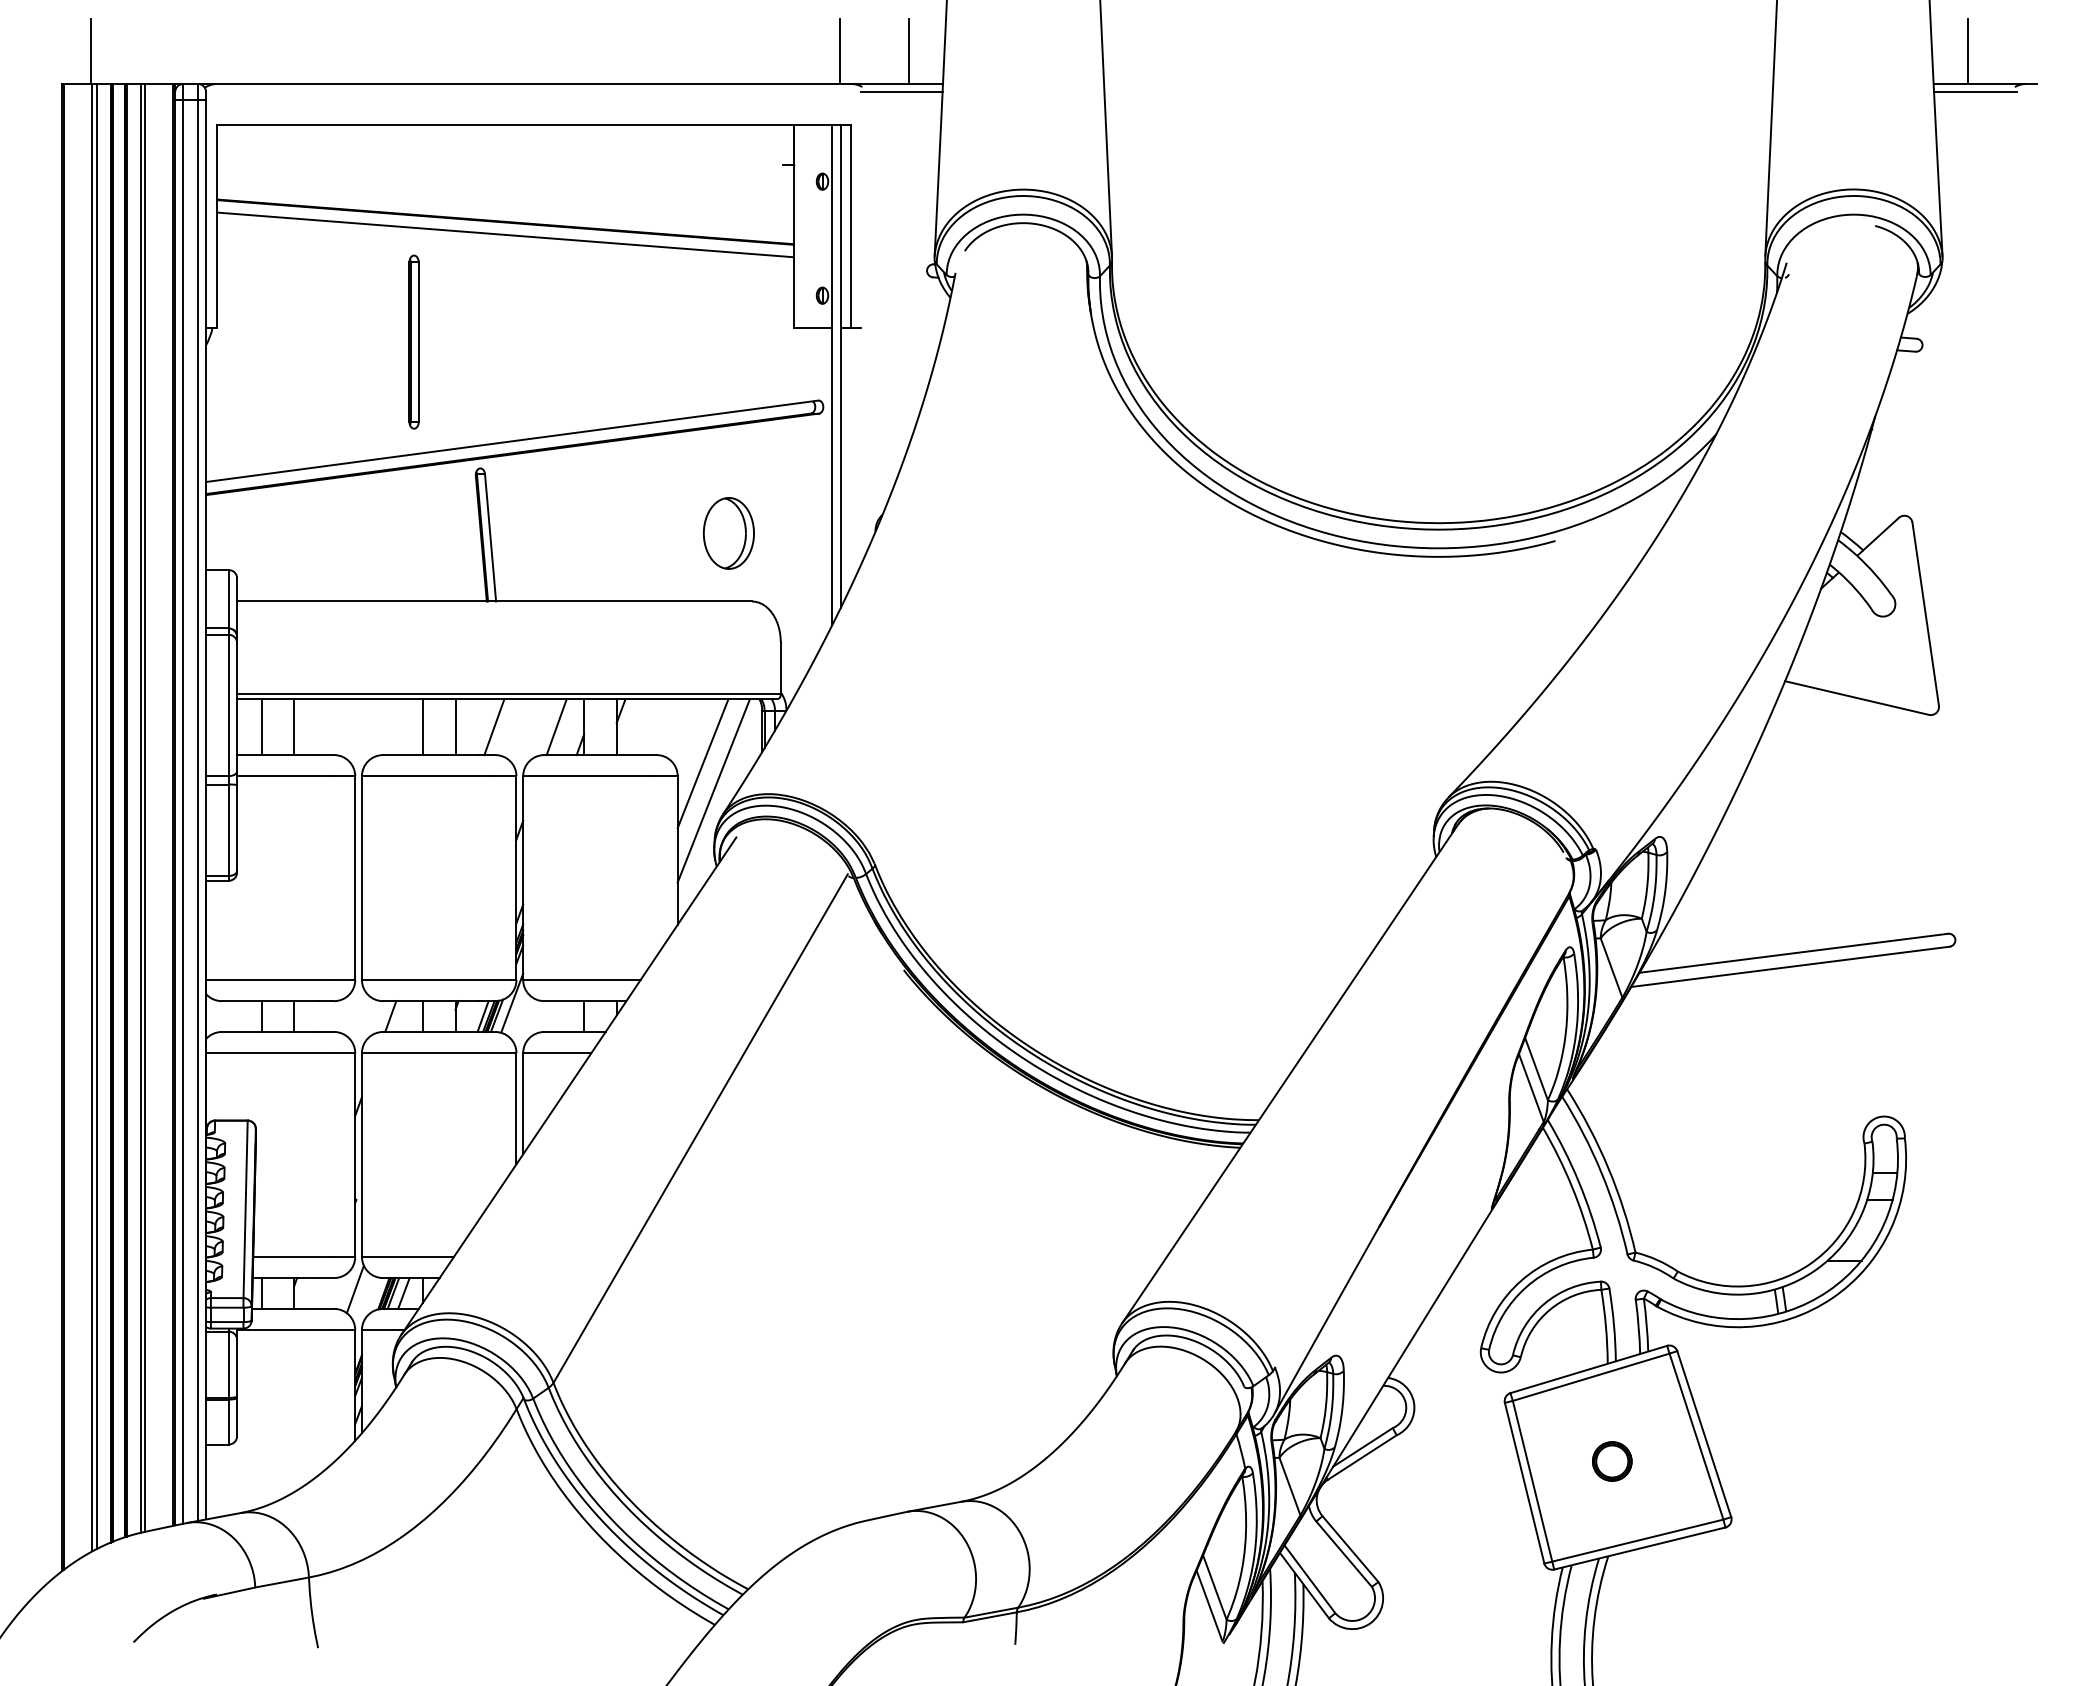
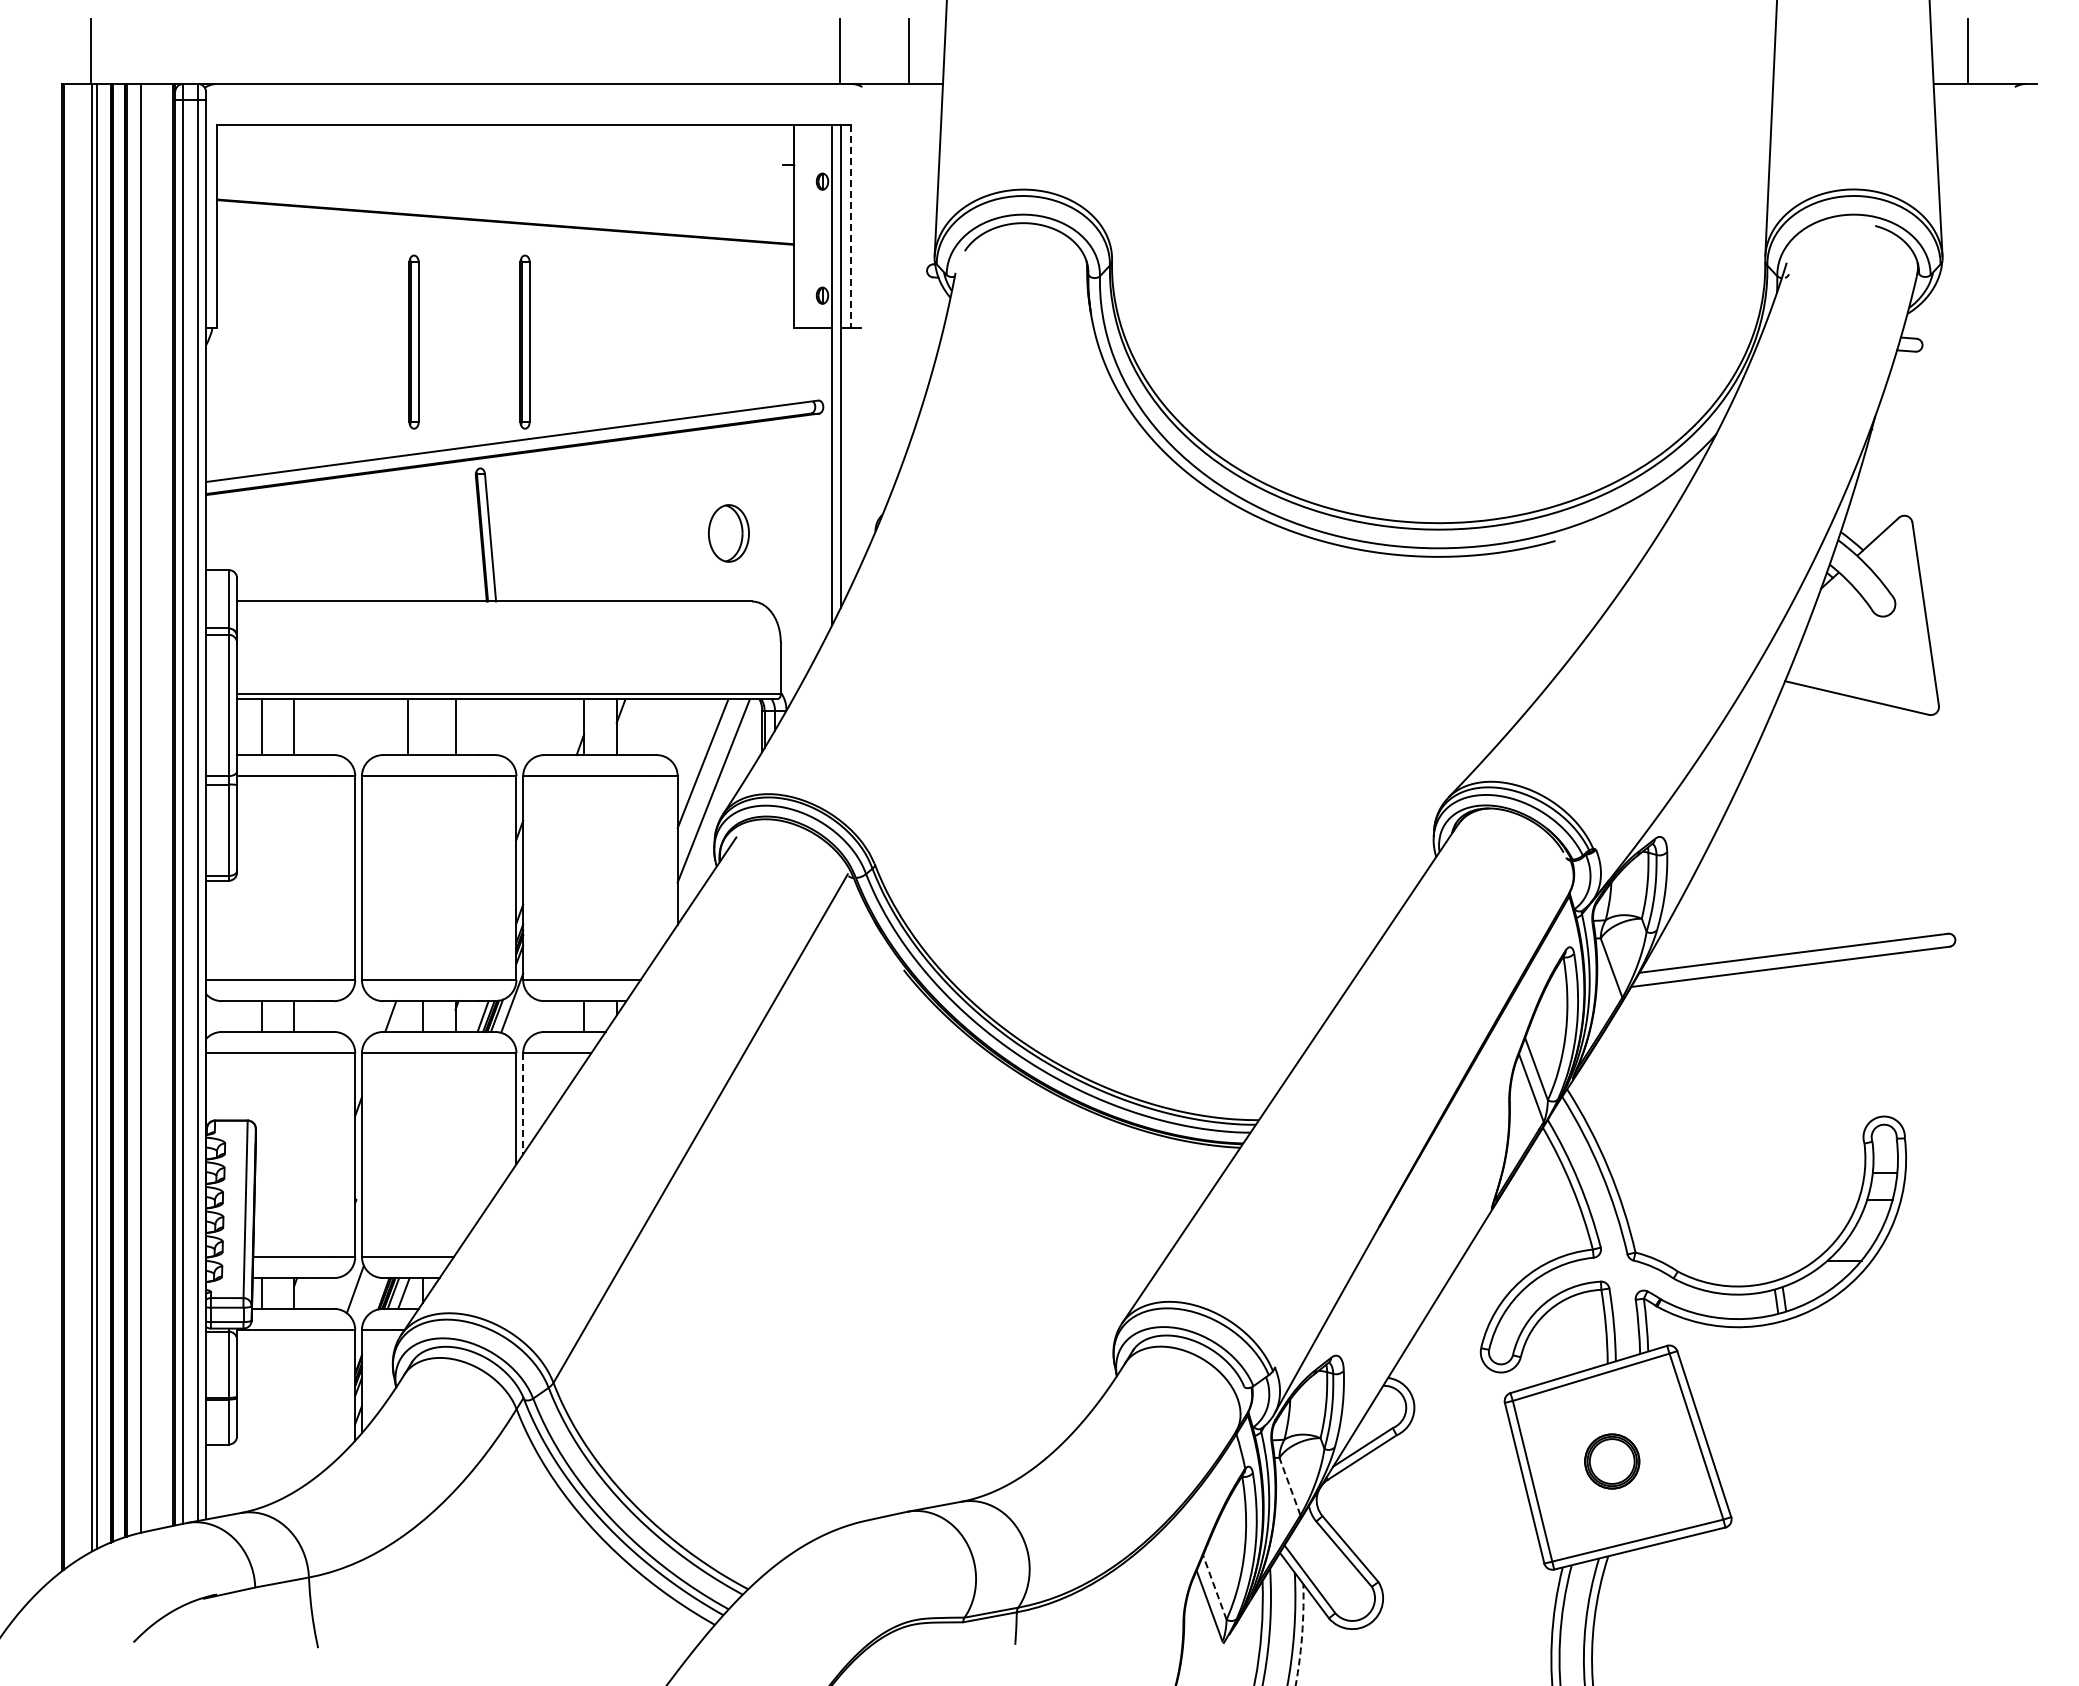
line at (901, 92): present -> none
line at (1975, 92): present -> none
line at (1106, 129): present -> none
line at (851, 226): solid -> dashed
line at (505, 234): present -> none
part at (524, 341): none -> present
part at (728, 533) size: 52x73 px -> 42x59 px
line at (422, 727) position: (422, 727) -> (407, 727)
line at (494, 727): present -> none
line at (556, 727): present -> none
line at (145, 807): present -> none
line at (523, 1103): solid -> dashed
part at (1612, 1461) size: 41x41 px -> 57x57 px
line at (1289, 1486): solid -> dashed
line at (1214, 1587): solid -> dashed
arc at (1302, 1635): solid -> dashed
